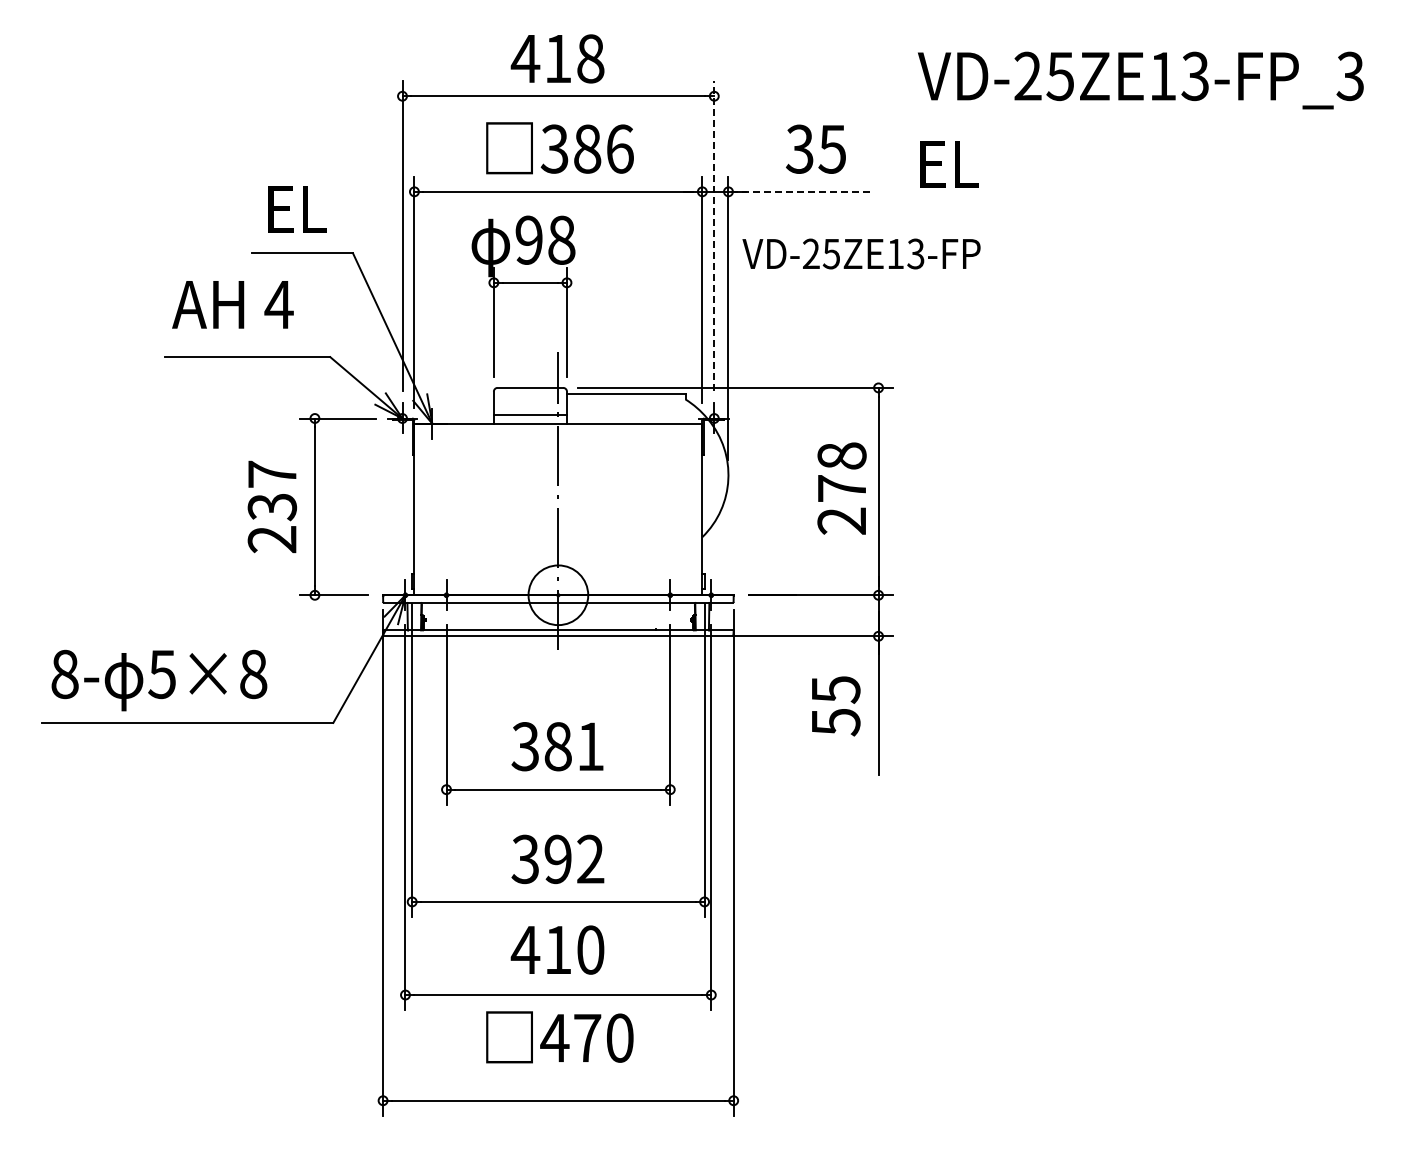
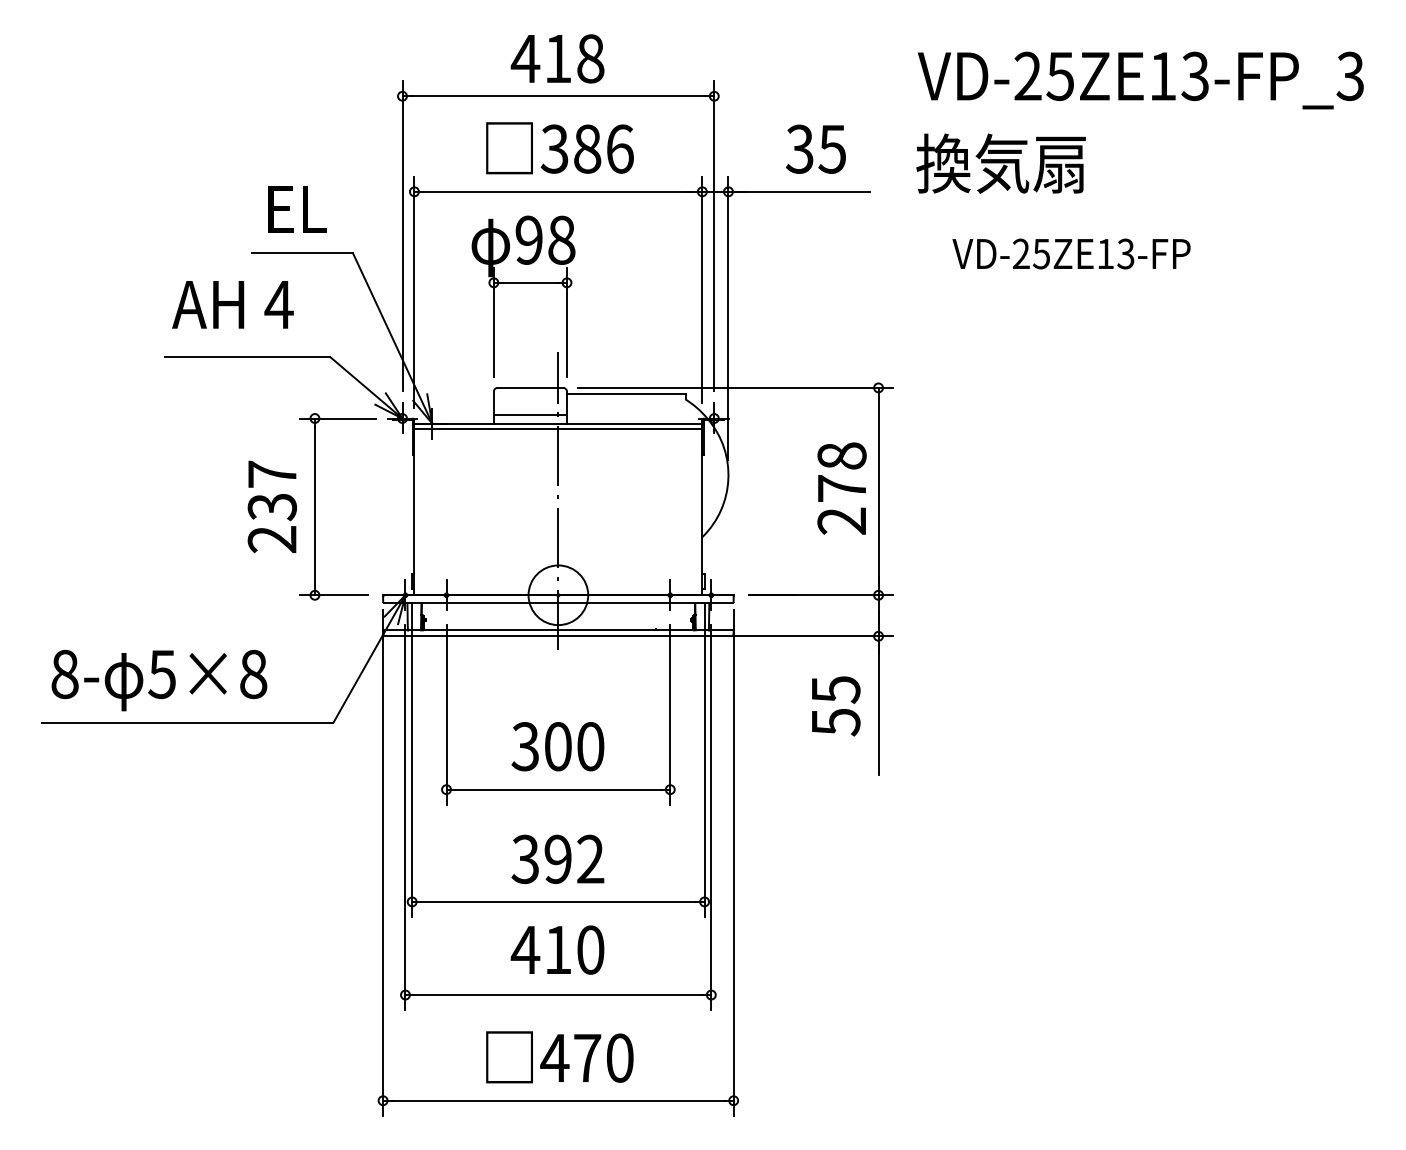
text at (1000, 163): EL -> 換気扇
line at (799, 191): dashed -> solid
line at (714, 235): dashed -> solid
text at (861, 253) position: (861, 253) -> (1071, 253)
line at (558, 428): none -> present
text at (574, 746): 381 -> 300
text at (559, 1037) position: (559, 1037) -> (559, 1057)
